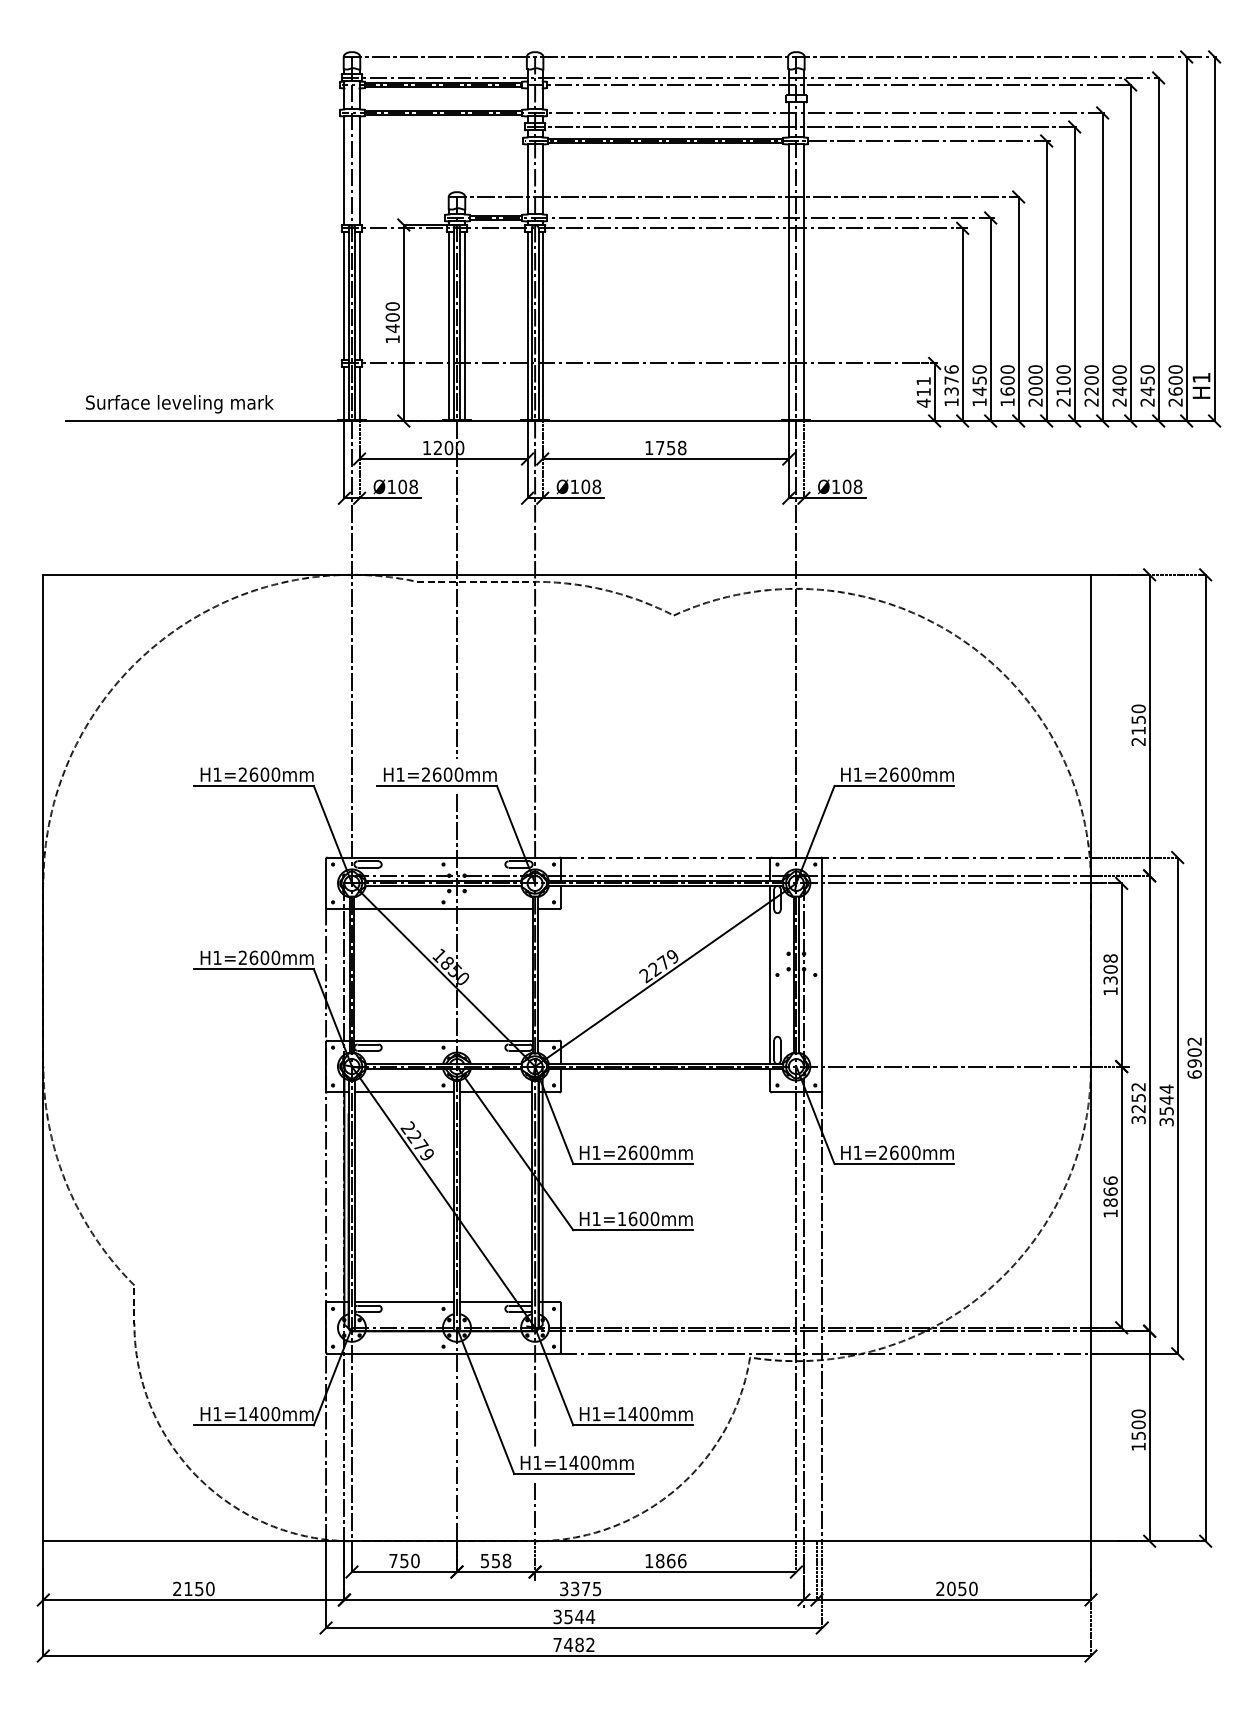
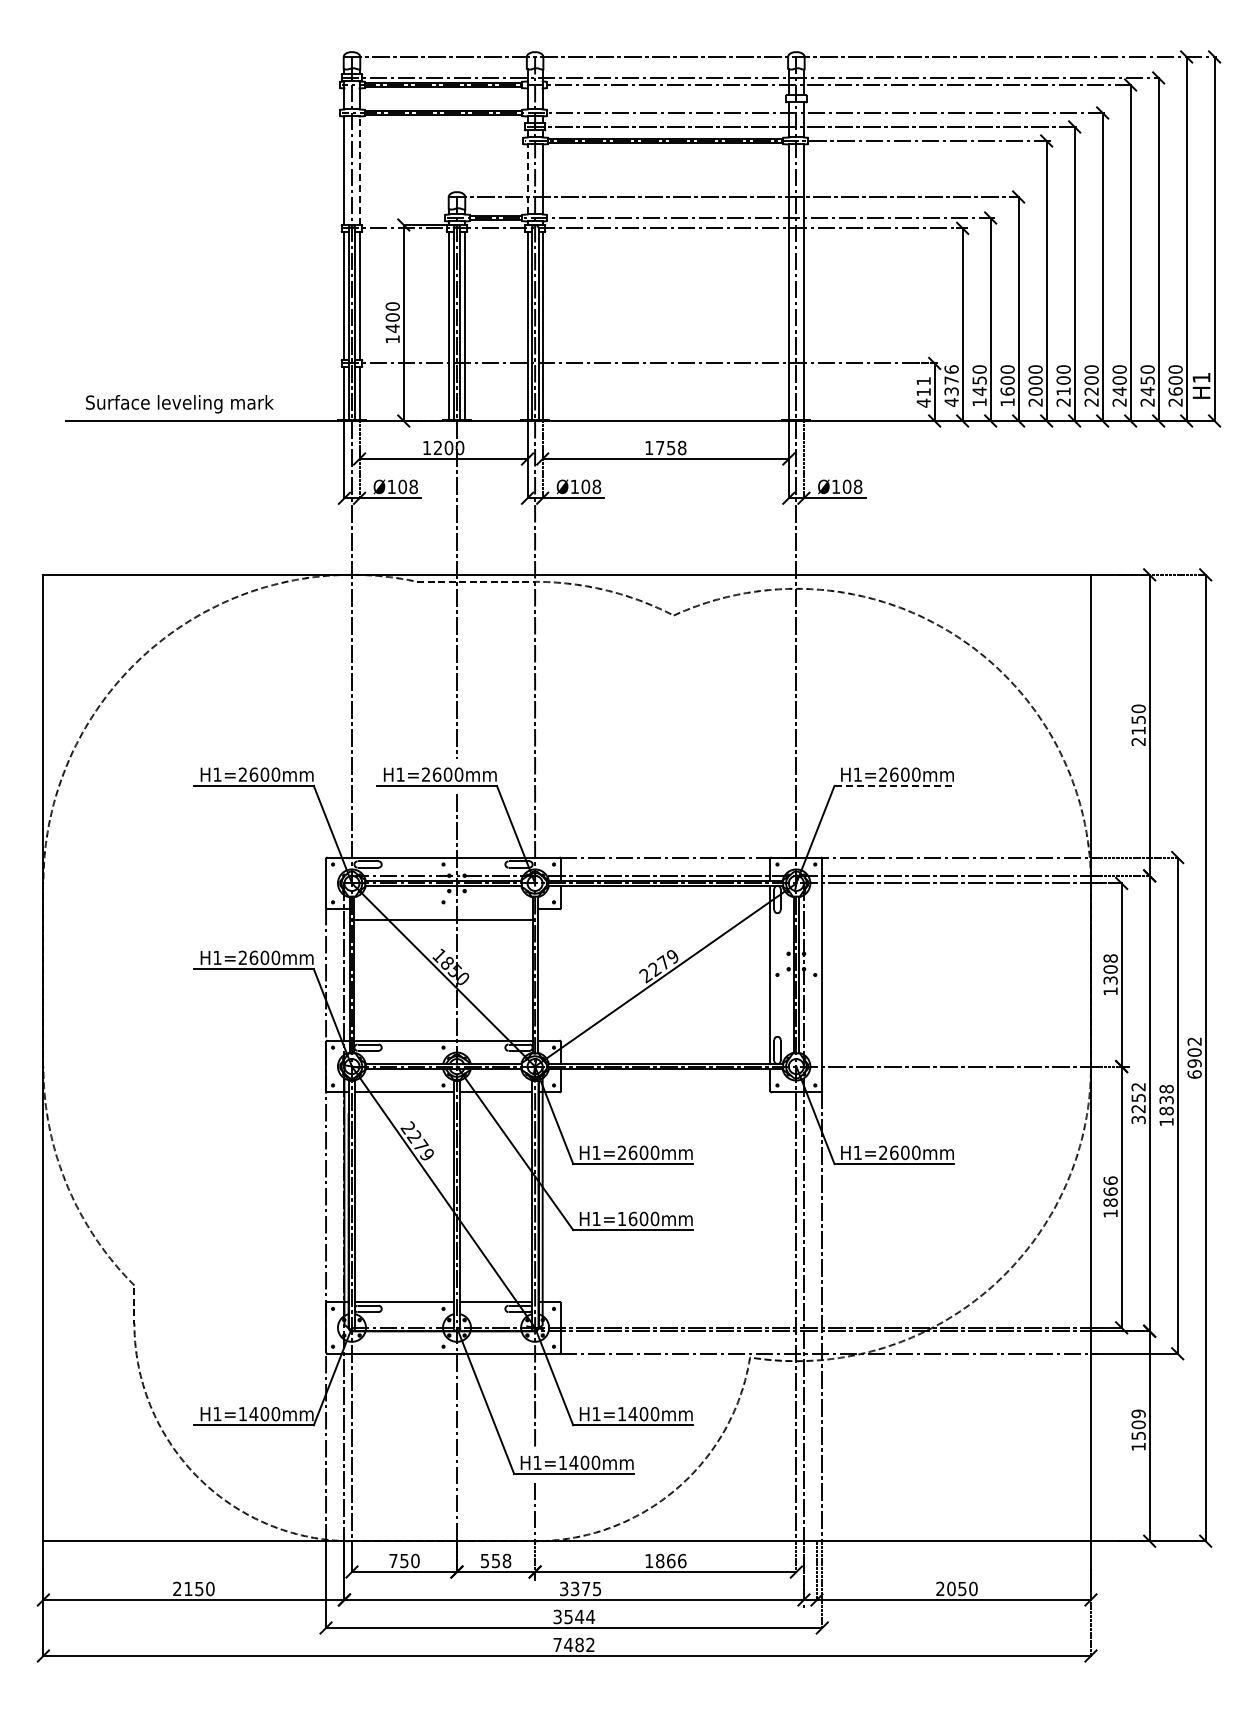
line at (359, 170): solid -> dashed
line at (527, 179): solid -> dashed
text at (951, 402): 1376 -> 4376
line at (894, 785): solid -> dashed
line at (443, 909) position: (443, 909) -> (443, 920)
text at (1166, 1105): 3544 -> 1838
text at (1138, 1413): 1500 -> 1509
